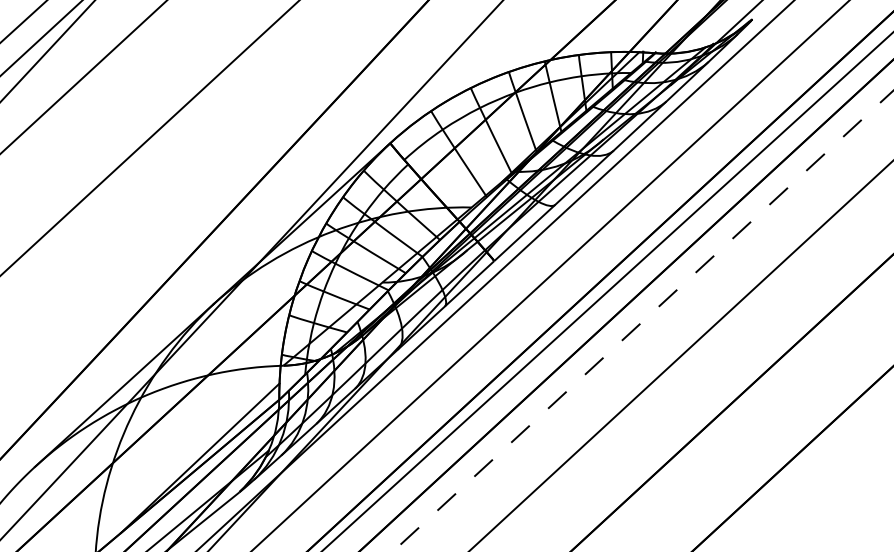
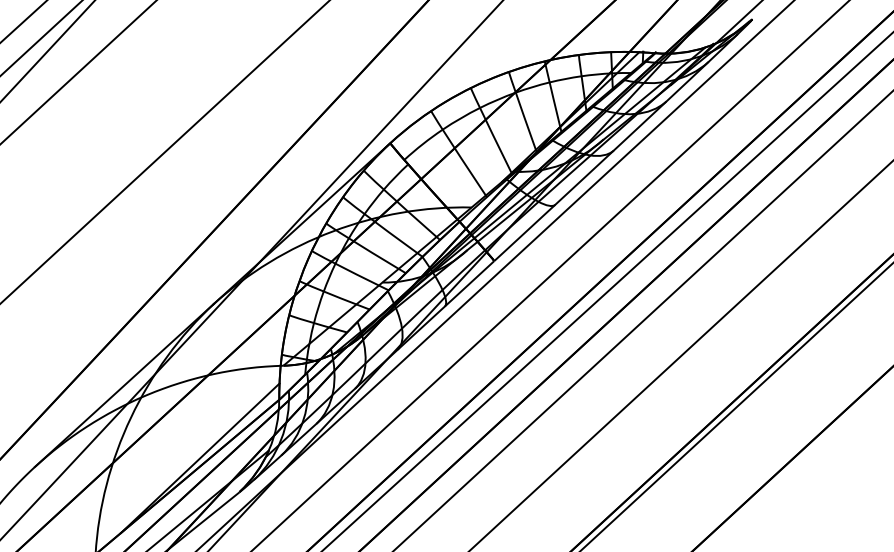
line at (83, 77) position: (83, 77) -> (78, 72)
line at (149, 138) position: (149, 138) -> (165, 152)
line at (643, 321): dashed -> solid
line at (736, 406): none -> present
